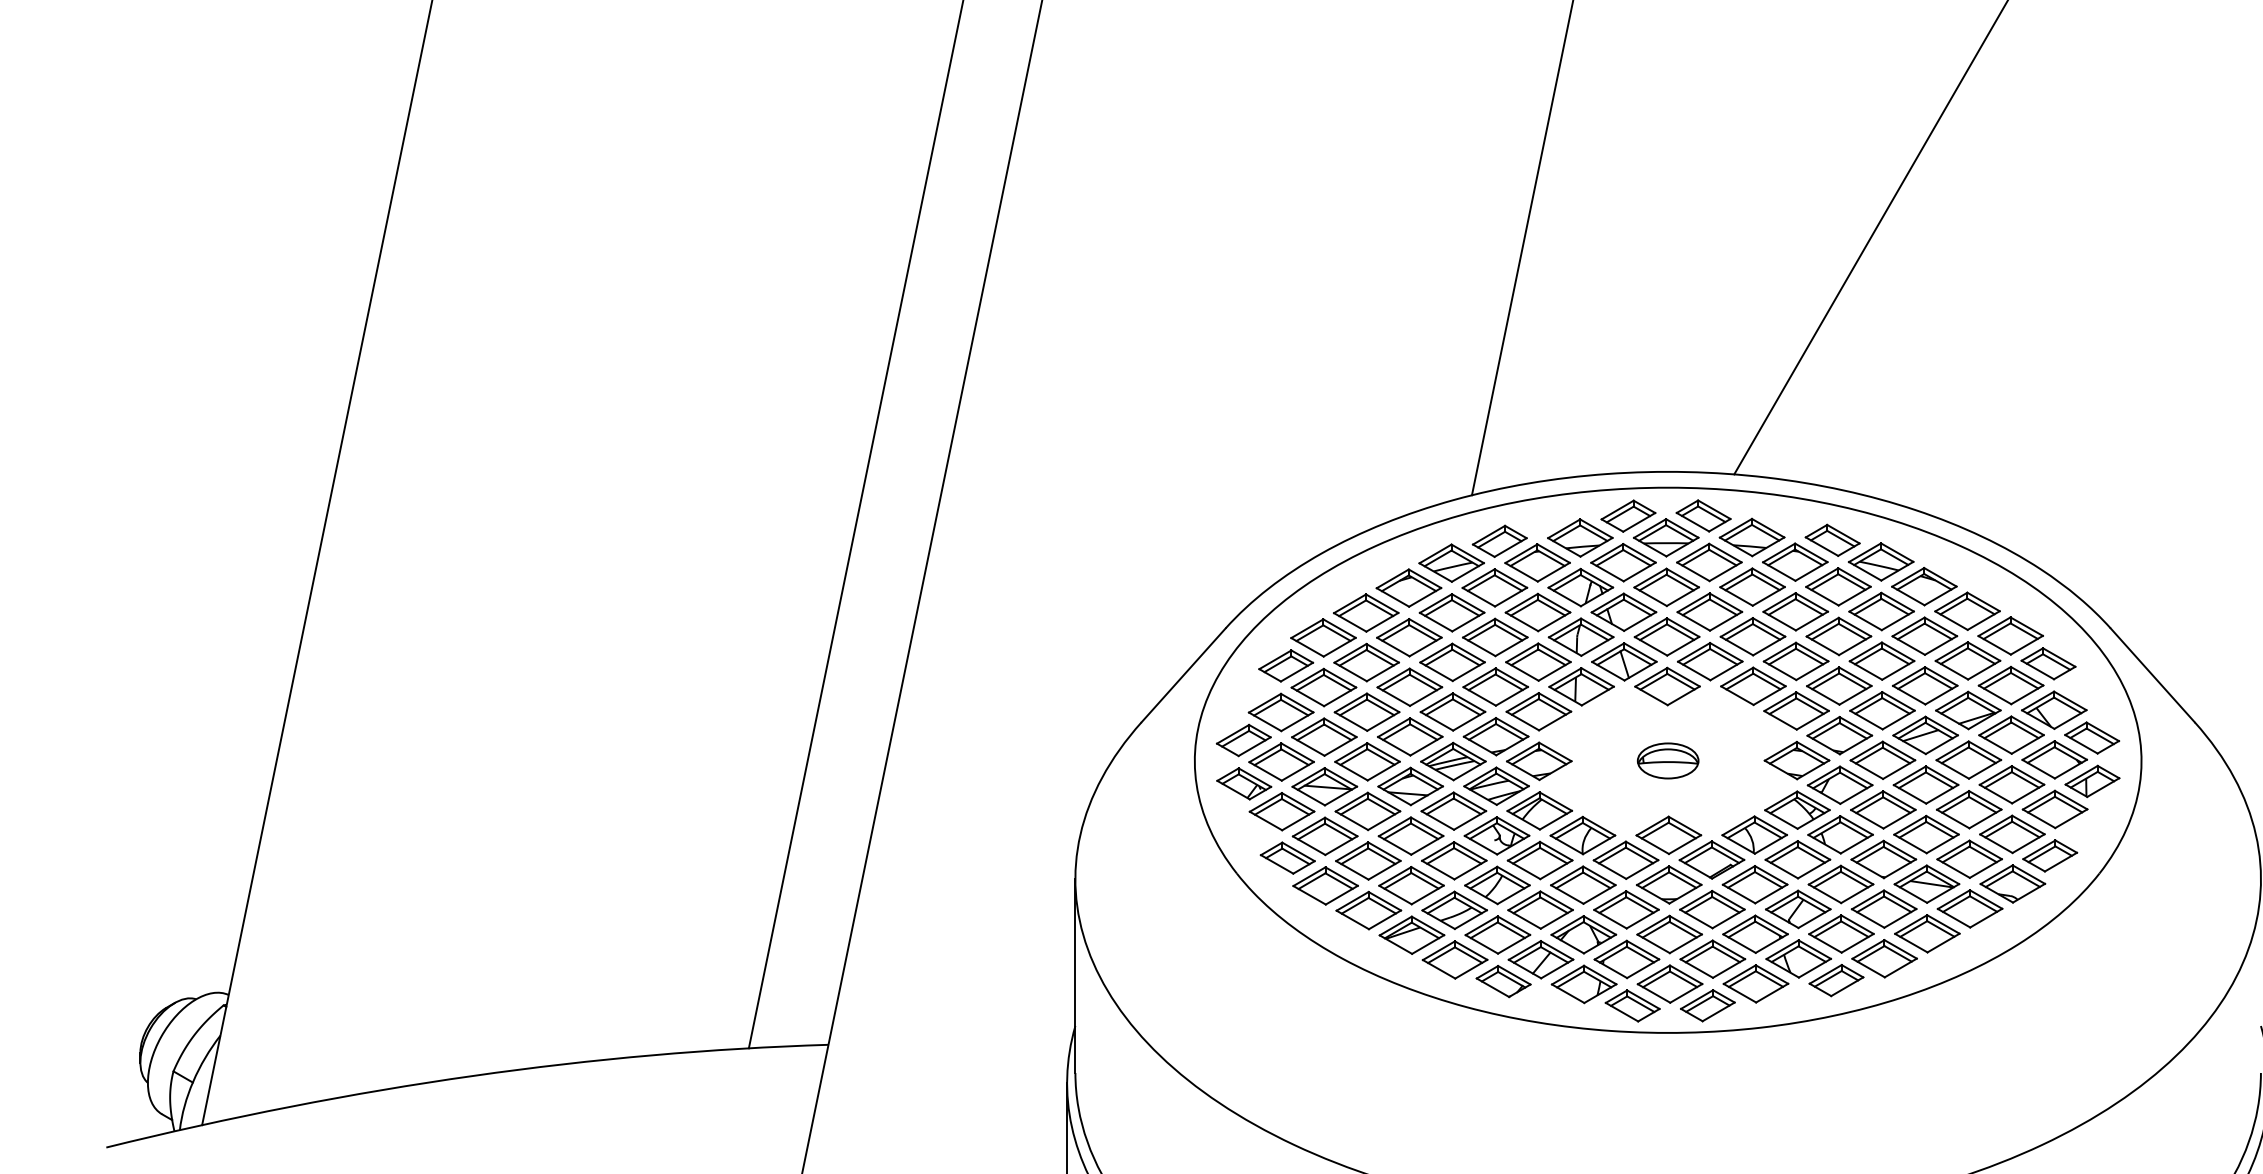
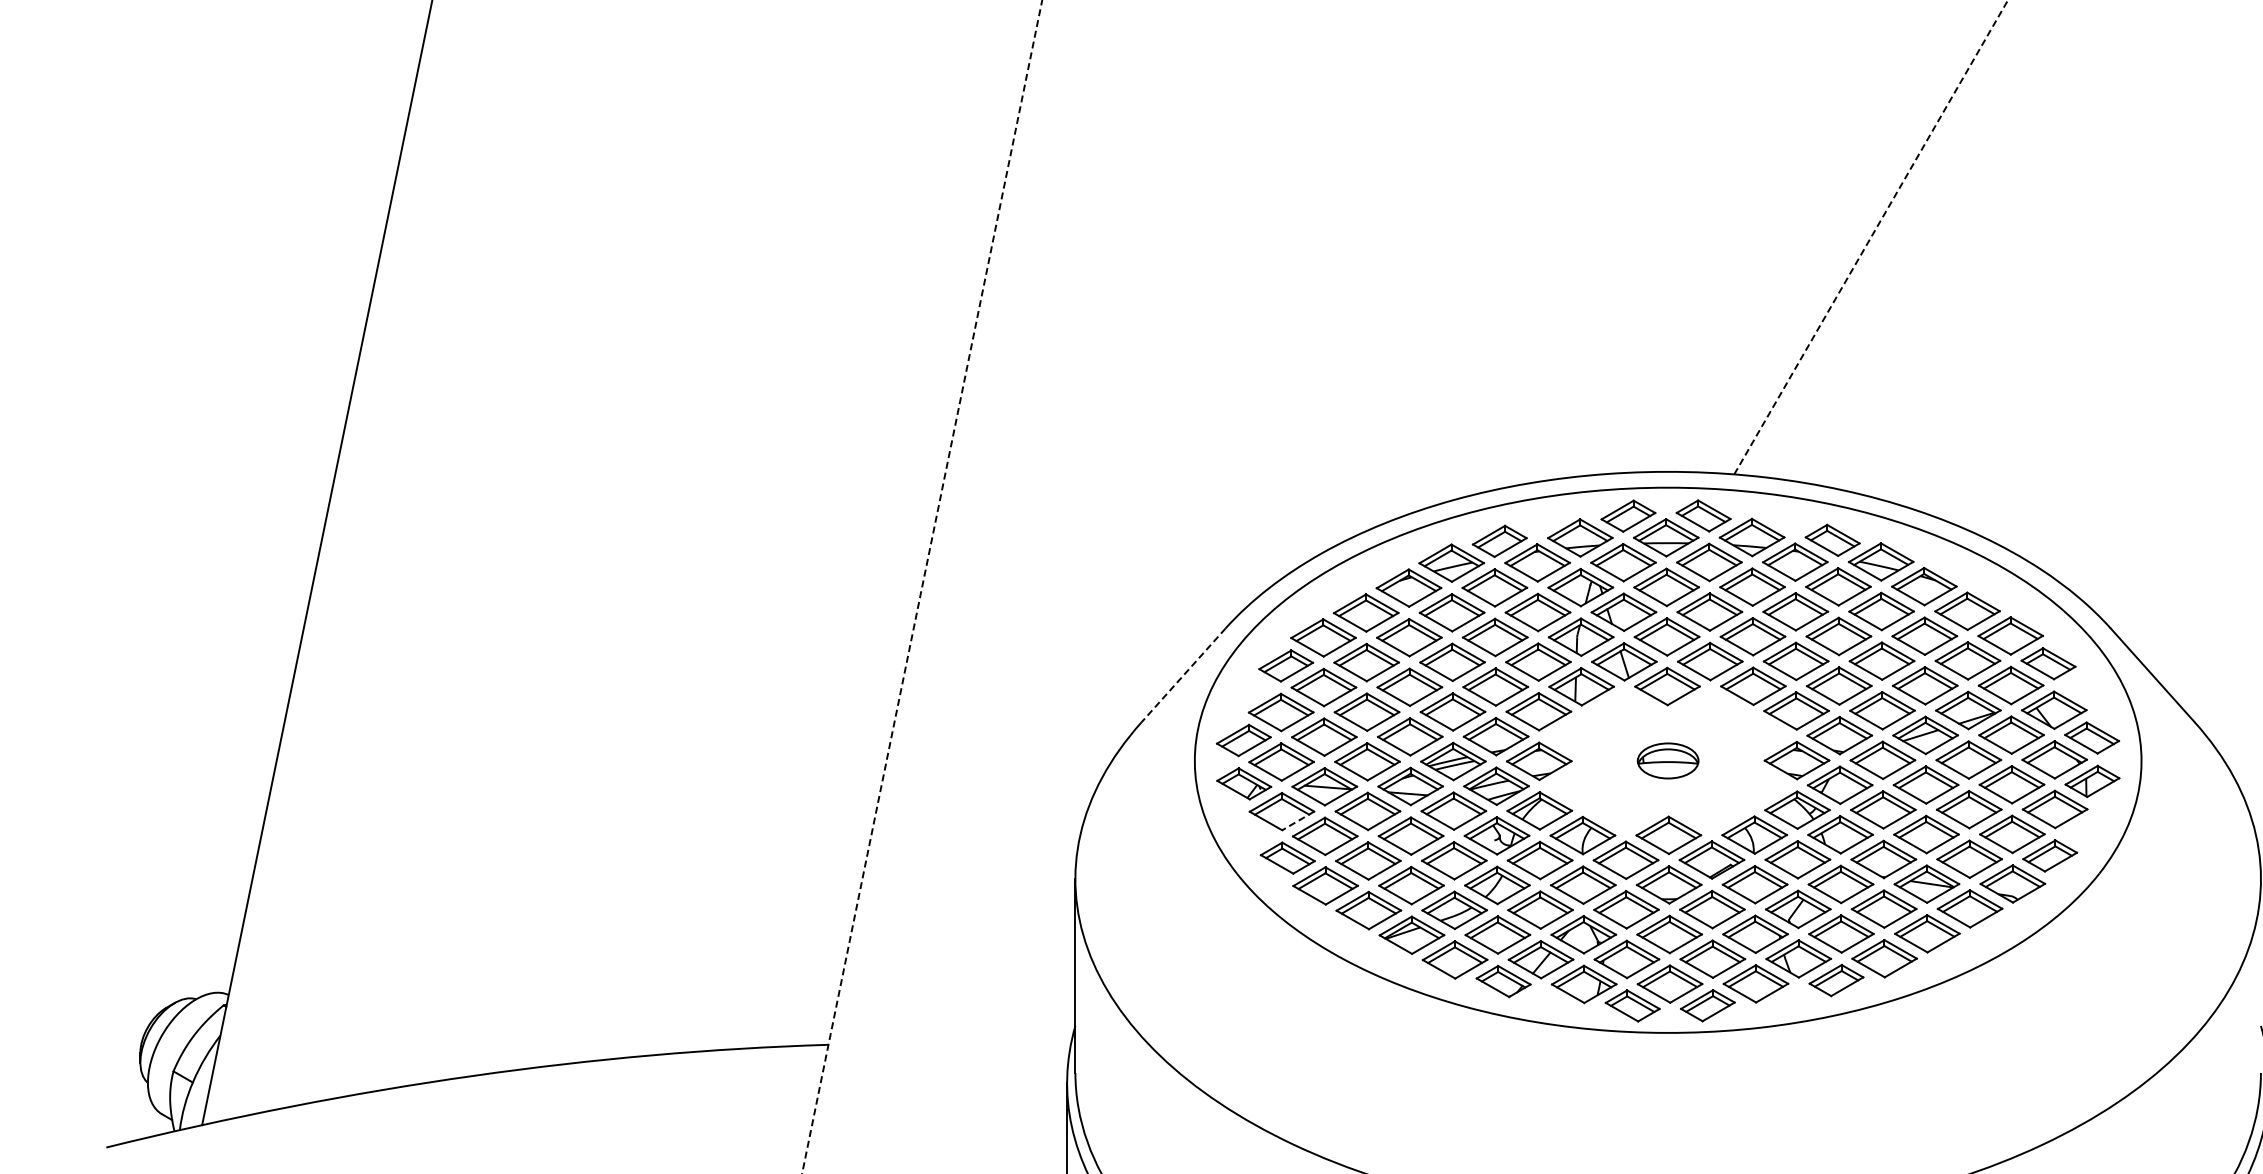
line at (1871, 237): solid -> dashed
line at (1521, 248): present -> none
line at (855, 525): present -> none
line at (922, 586): solid -> dashed
line at (1183, 675): solid -> dashed
line at (1298, 820): solid -> dashed
